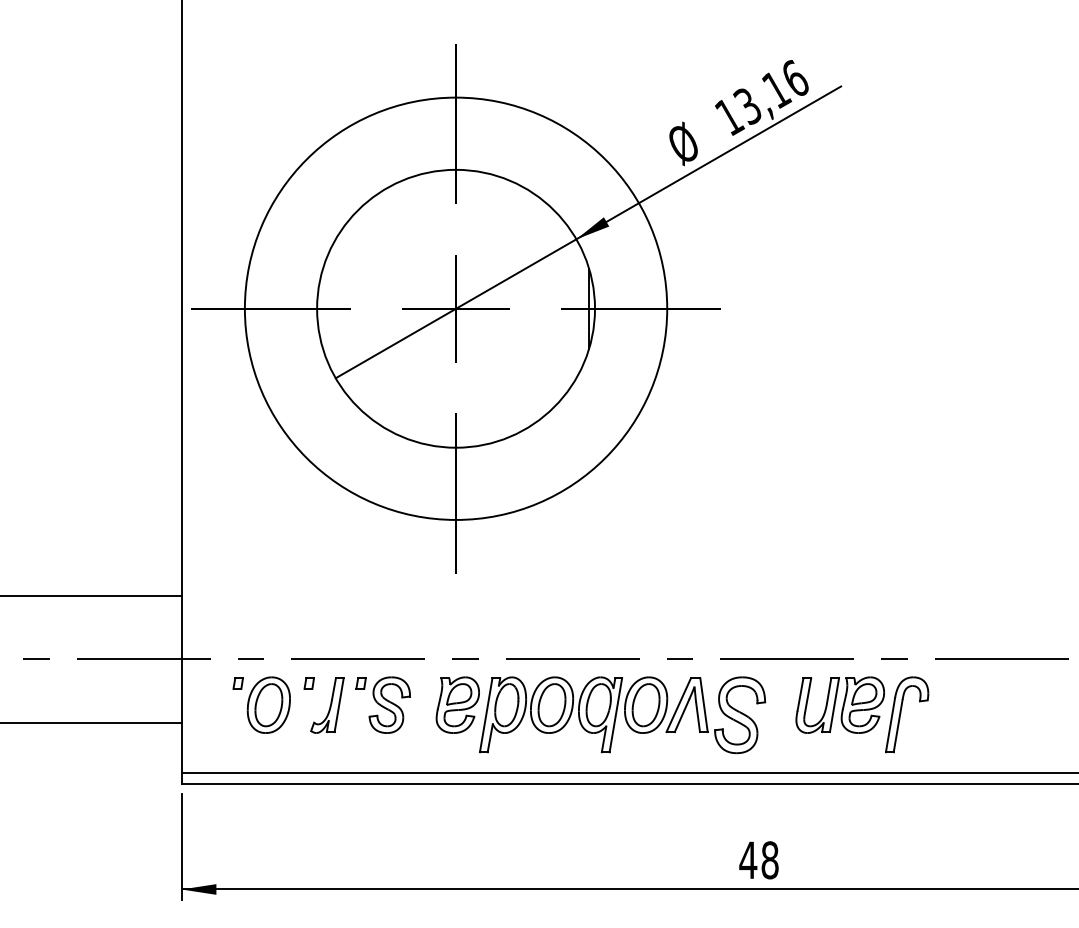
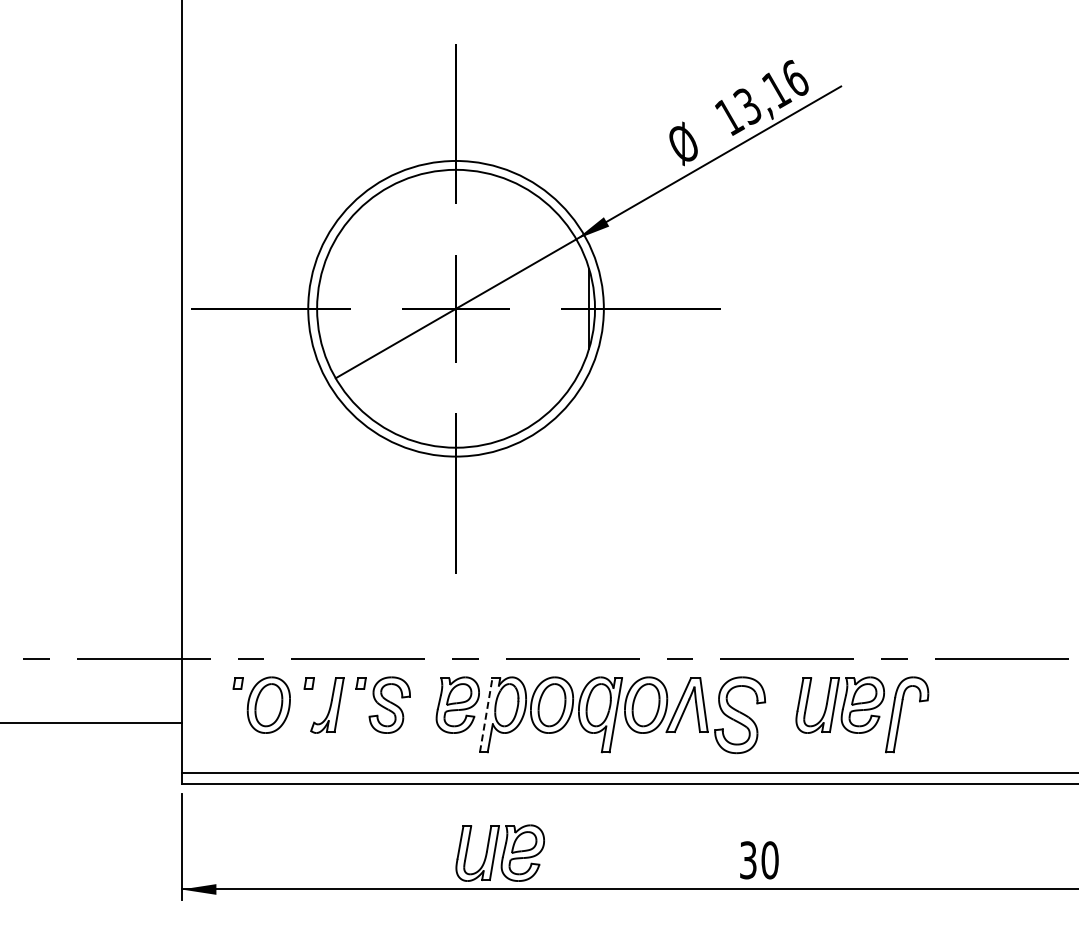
circle at (455, 308) diameter: 422 px -> 296 px
line at (91, 595): present -> none
line at (486, 714): solid -> dashed
part at (499, 852): none -> present
text at (758, 860): 48 -> 30
